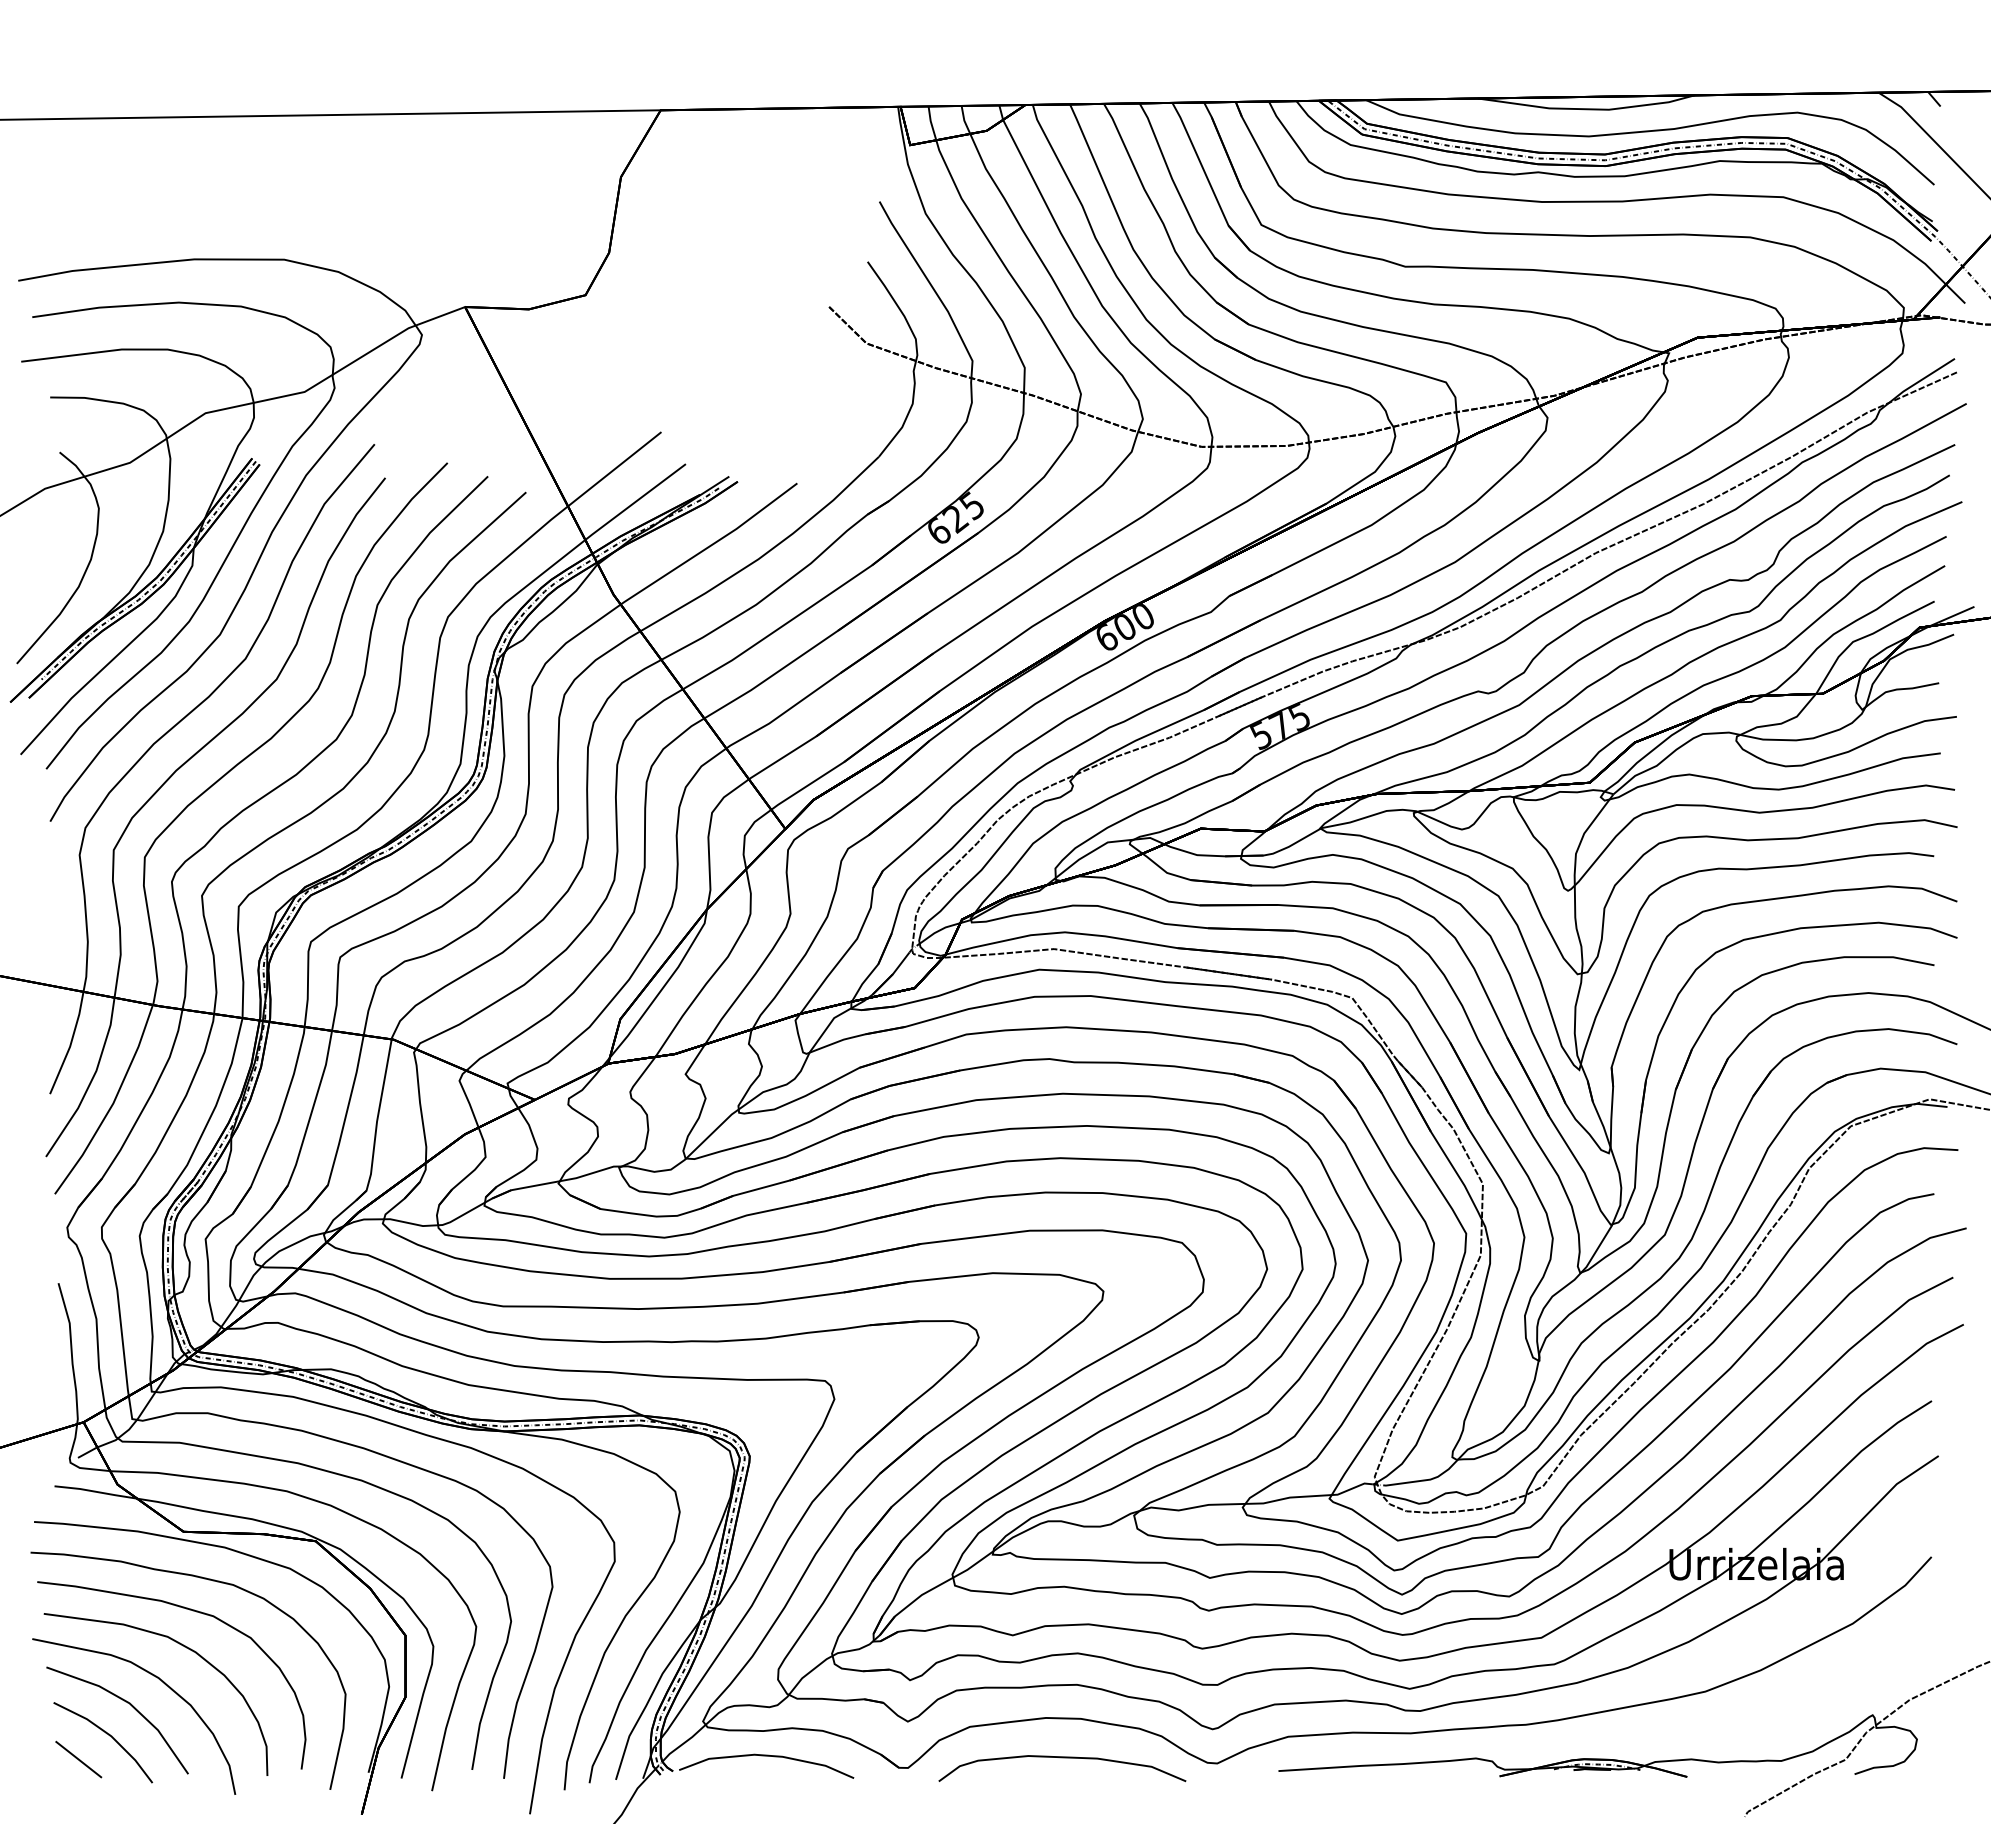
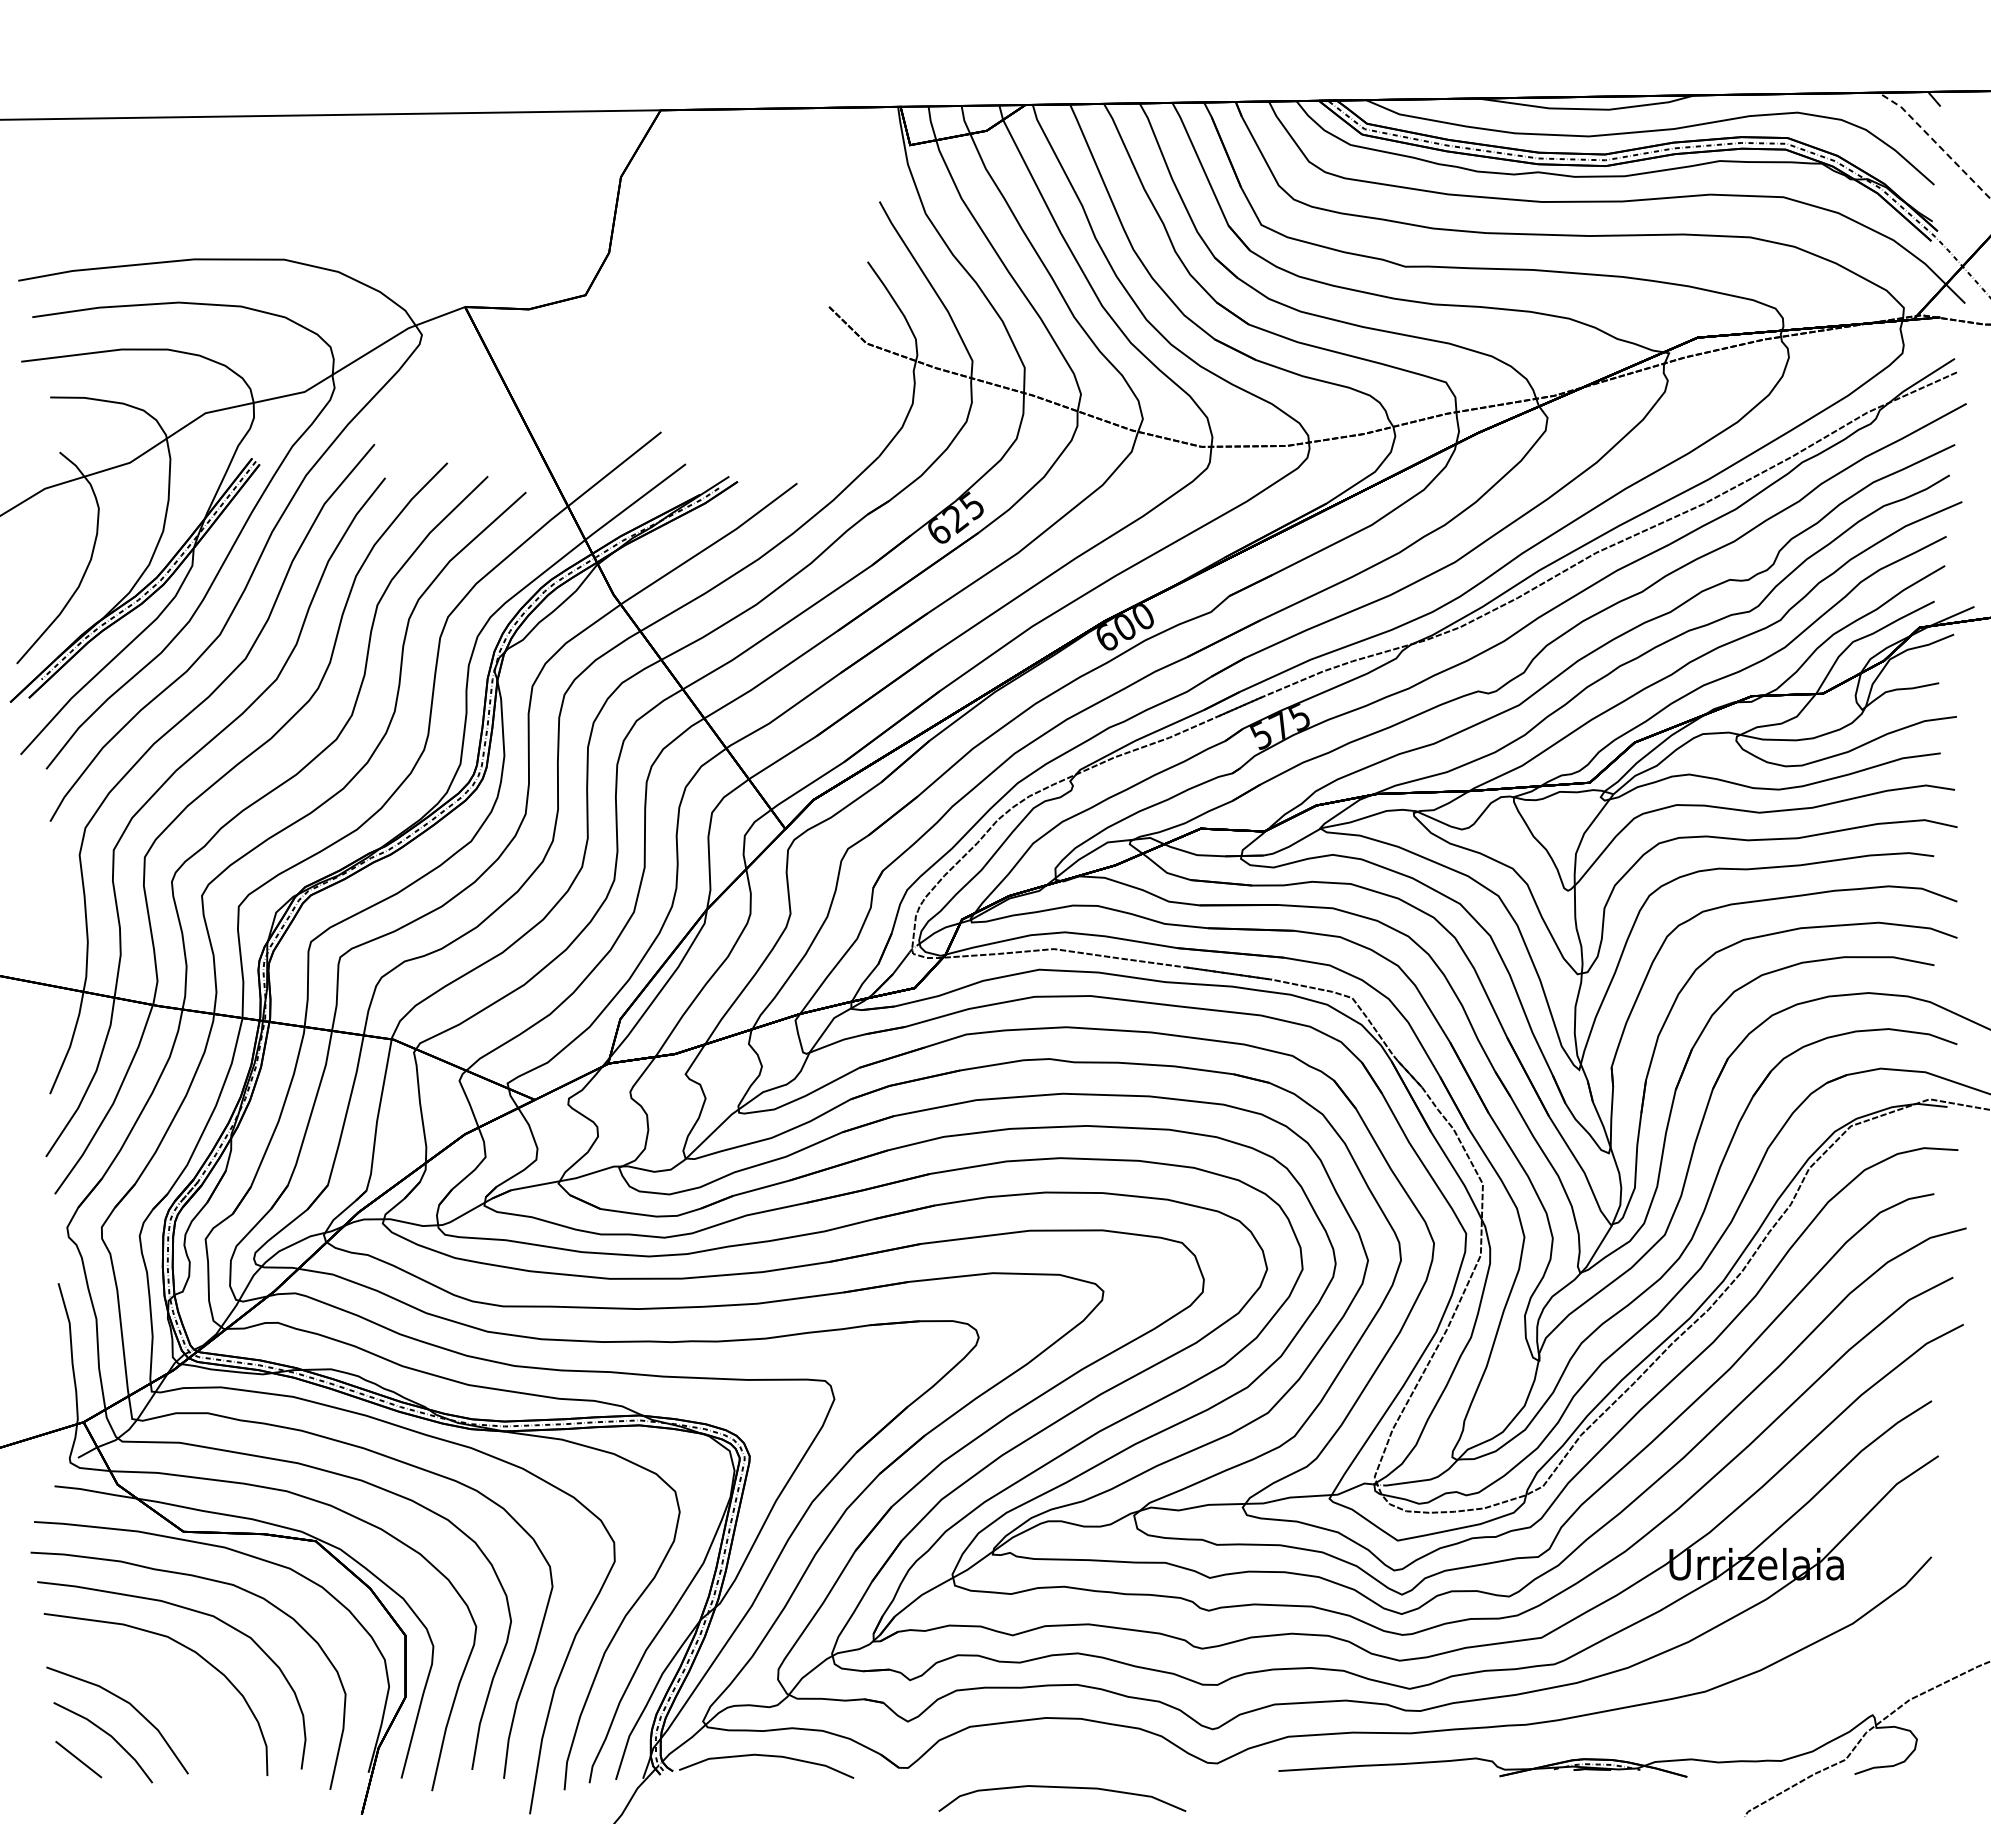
line at (1935, 142): solid -> dashed
curve at (159, 1680): present -> none
curve at (1062, 1758) position: (1062, 1758) -> (1062, 1788)
